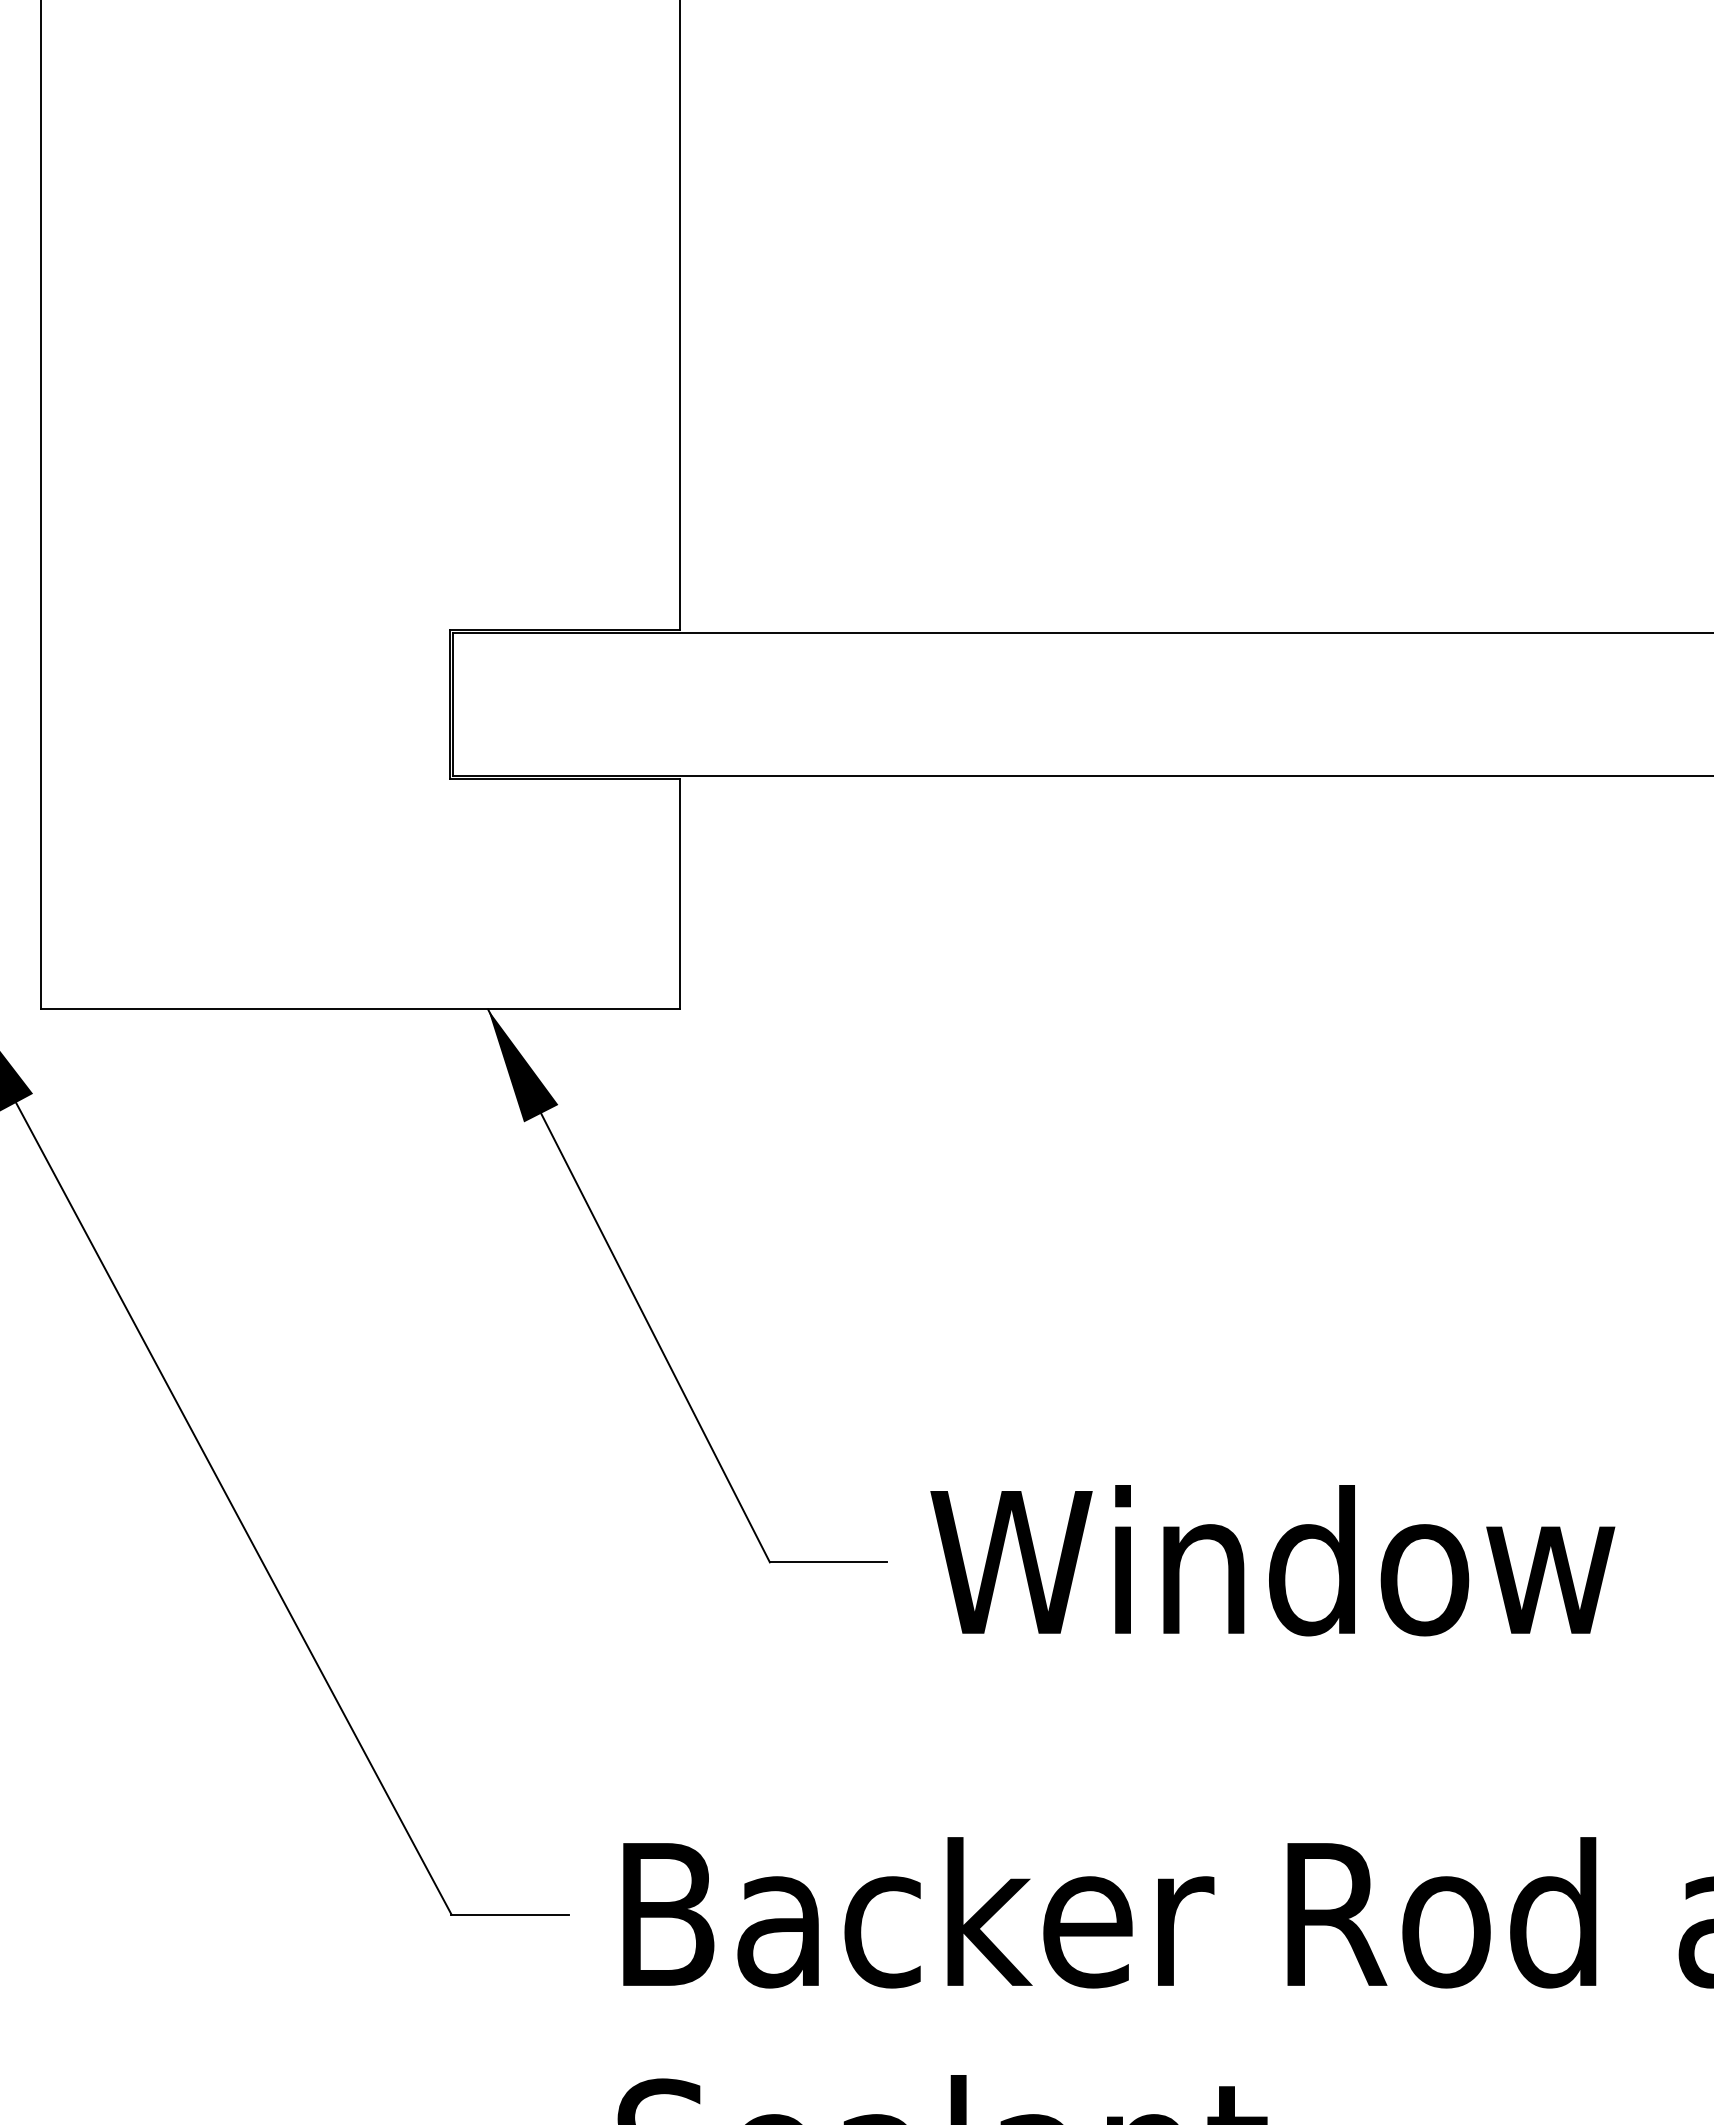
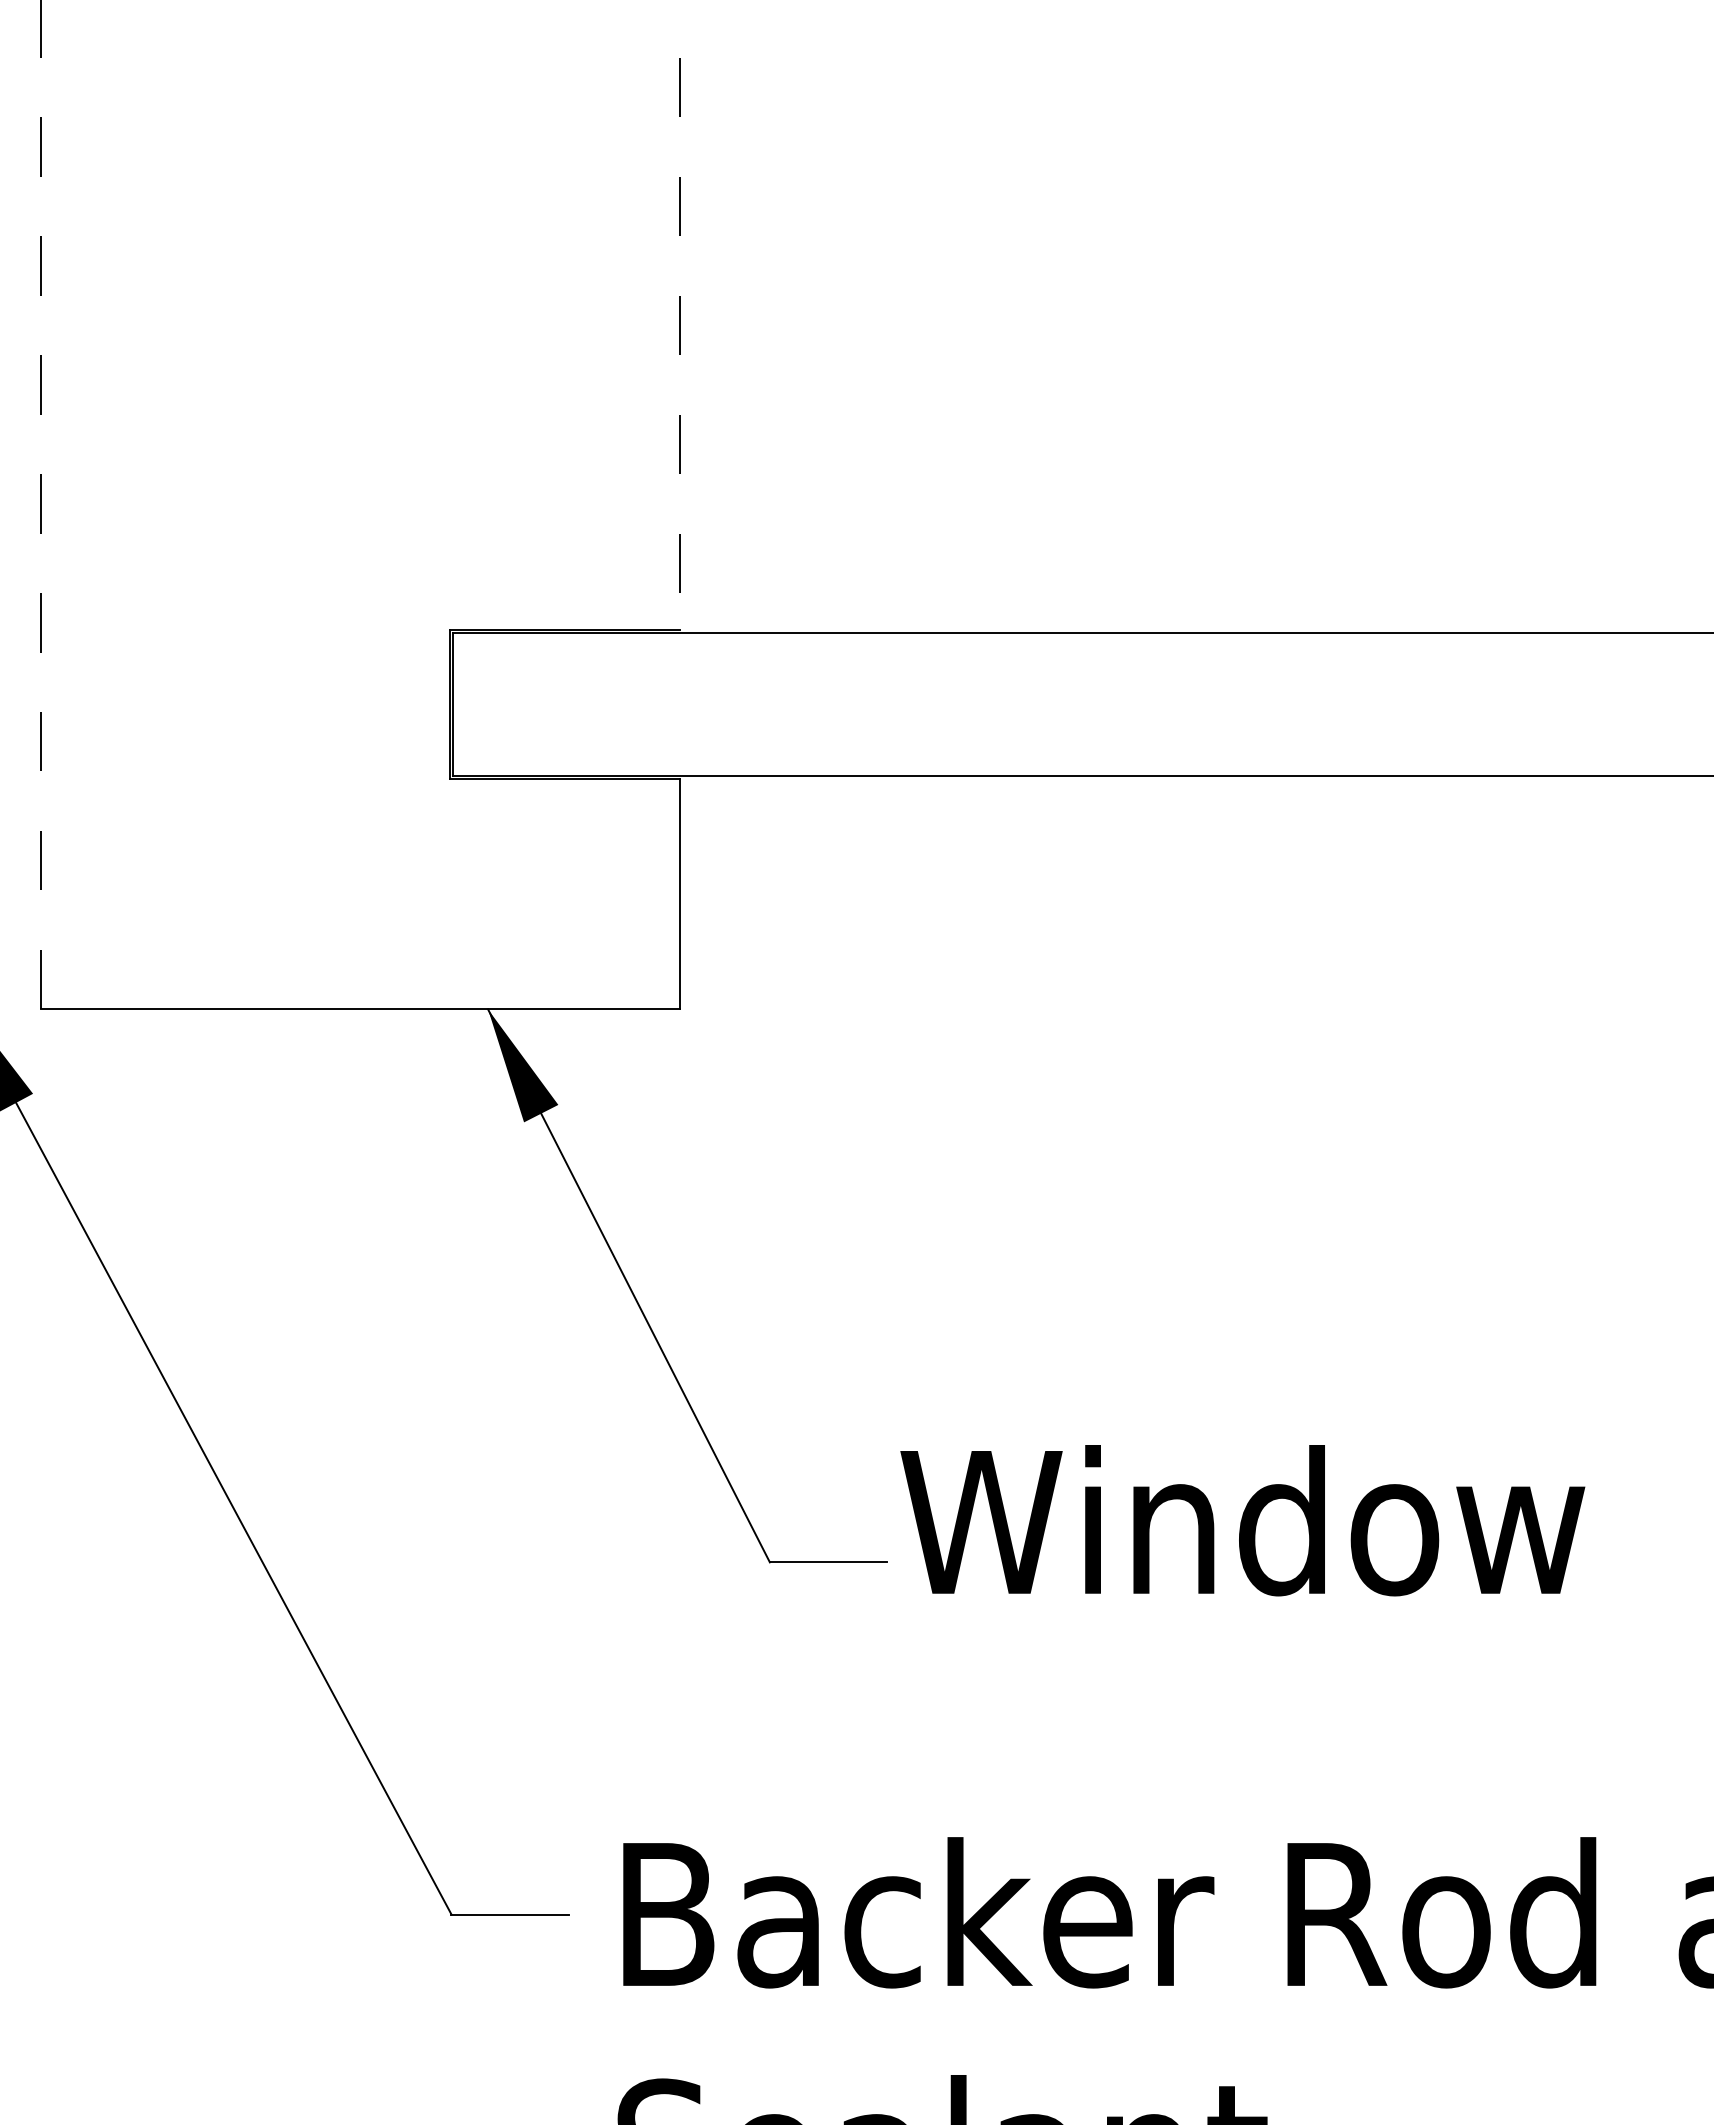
line at (680, 315): solid -> dashed
line at (41, 504): solid -> dashed
text at (1272, 1560) position: (1272, 1560) -> (1242, 1520)
